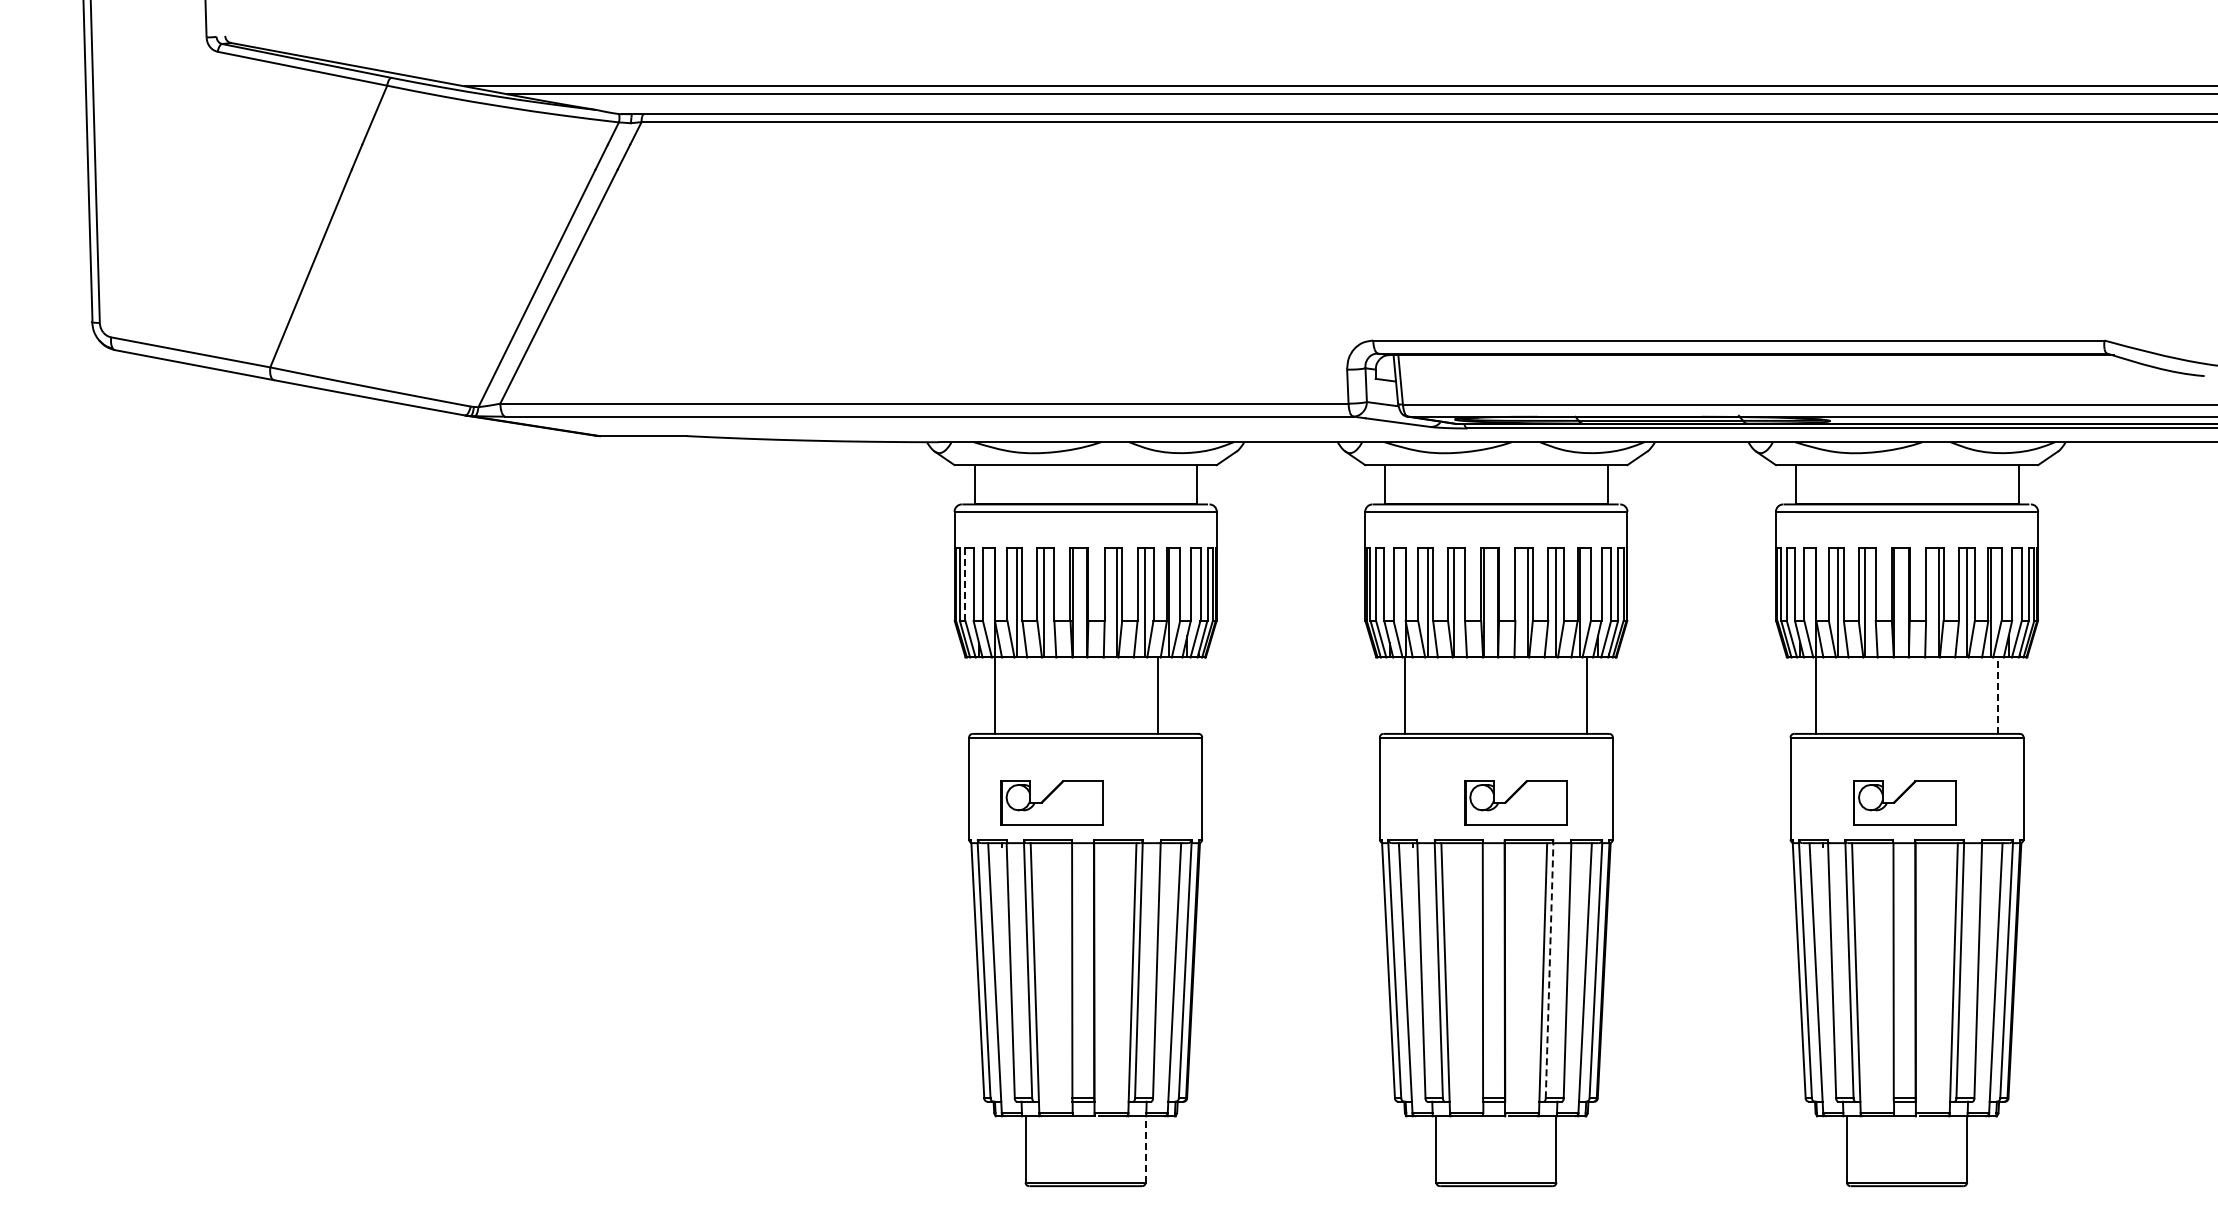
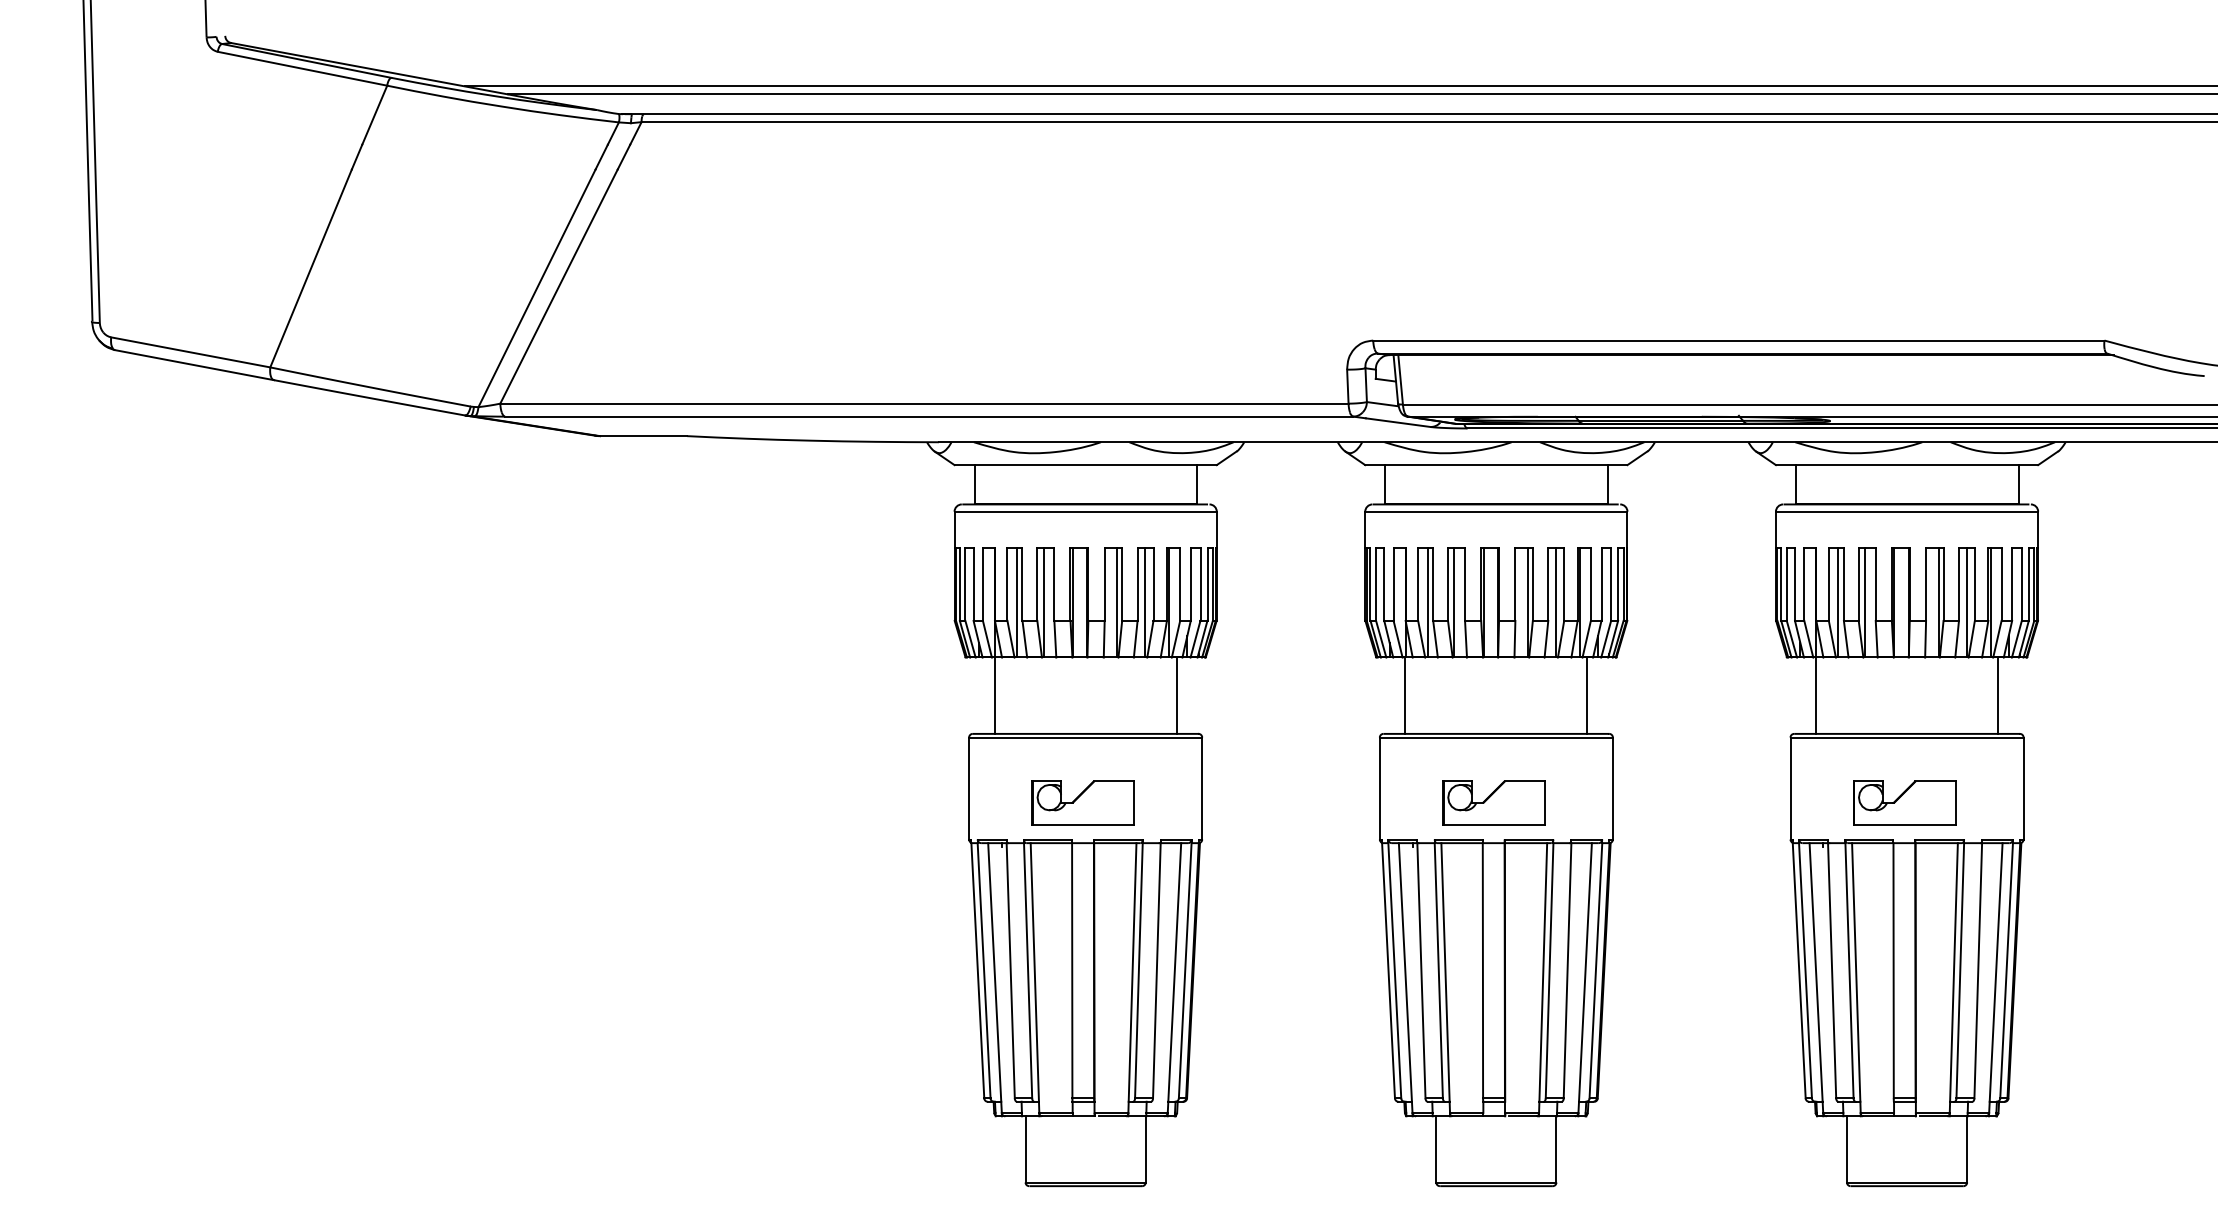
line at (965, 584): dashed -> solid
line at (1157, 695) position: (1157, 695) -> (1176, 695)
line at (1998, 695): dashed -> solid
part at (1051, 802) position: (1051, 802) -> (1082, 802)
part at (1515, 802) position: (1515, 802) -> (1493, 802)
line at (1549, 970): dashed -> solid
line at (1145, 1148): dashed -> solid
